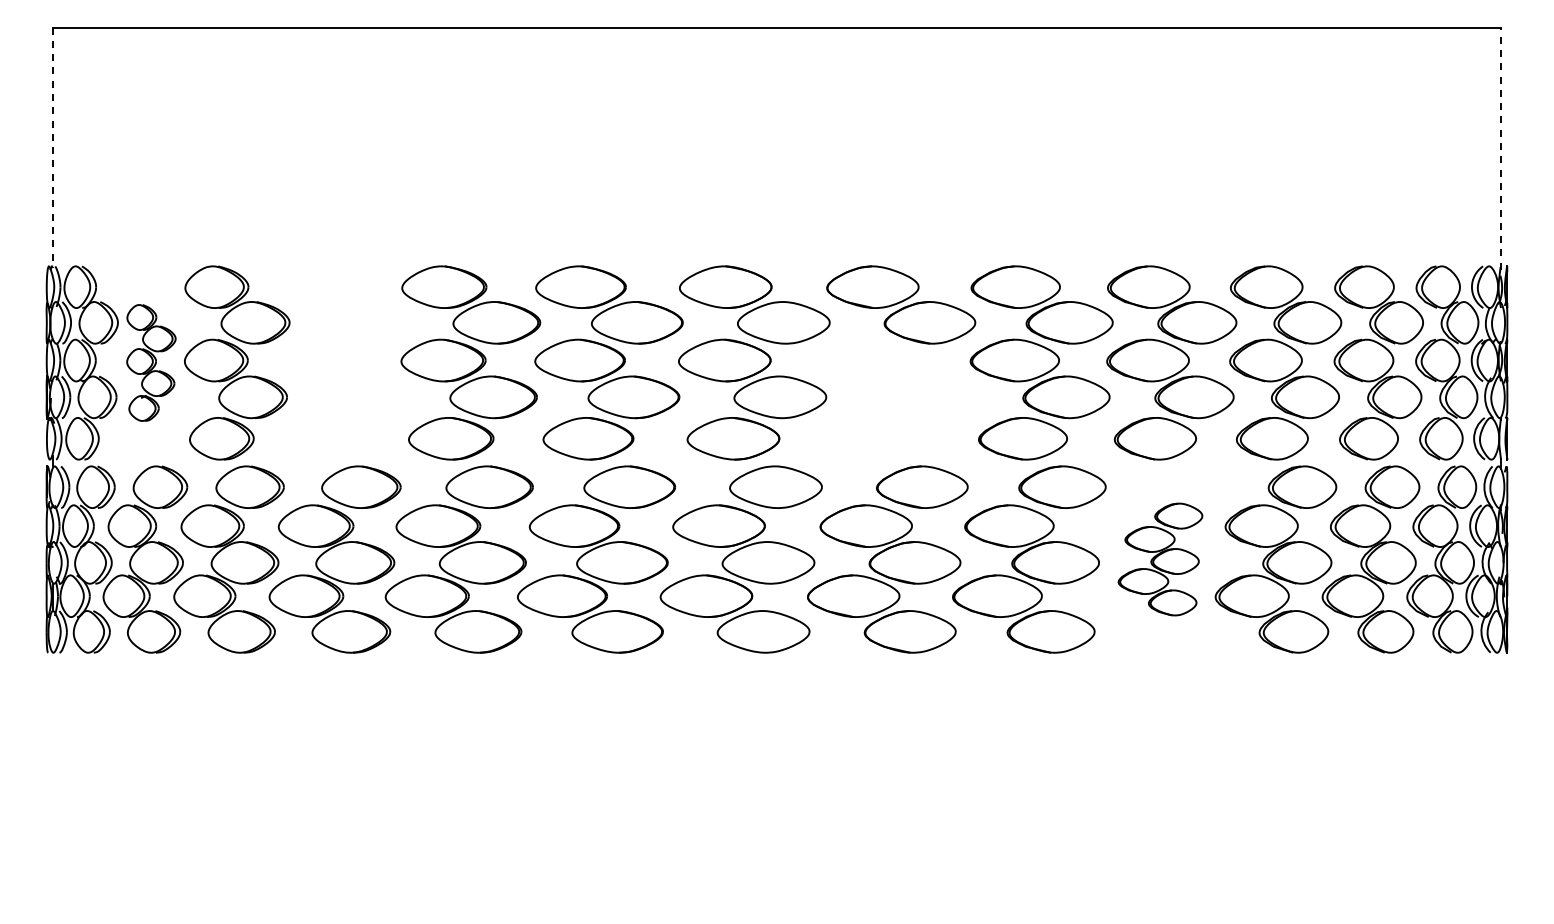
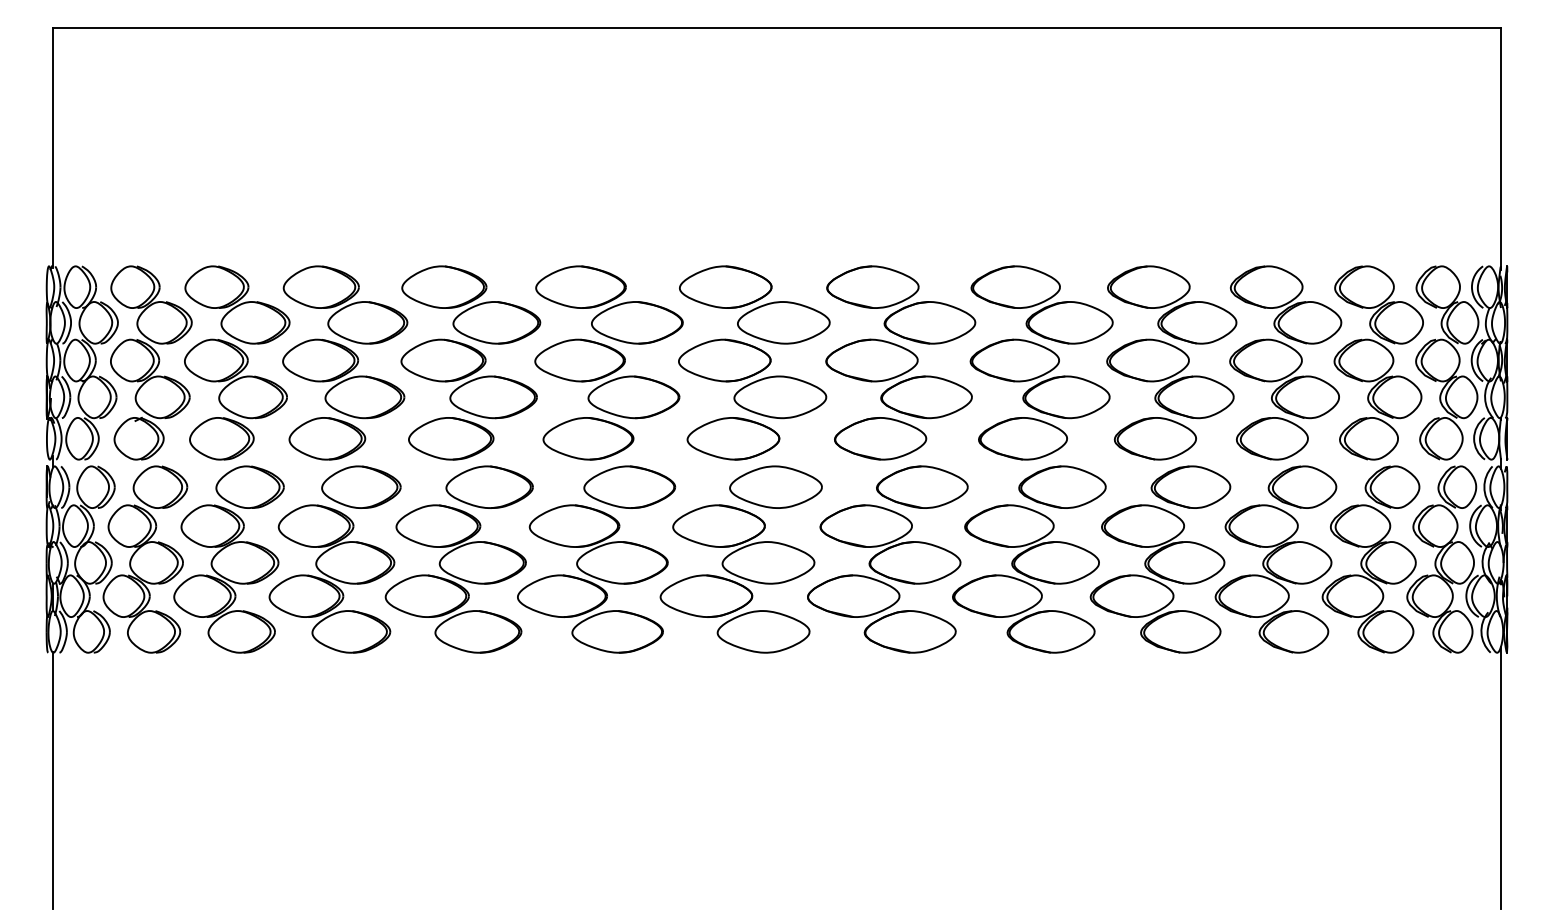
line at (52, 148): dashed -> solid
line at (1501, 148): dashed -> solid
part at (151, 362) size: 51x118 px -> 83x196 px
part at (345, 362): none -> present
part at (898, 399): none -> present
part at (1160, 559) size: 87x115 px -> 143x189 px
line at (1501, 778): none -> present
line at (52, 780): none -> present
